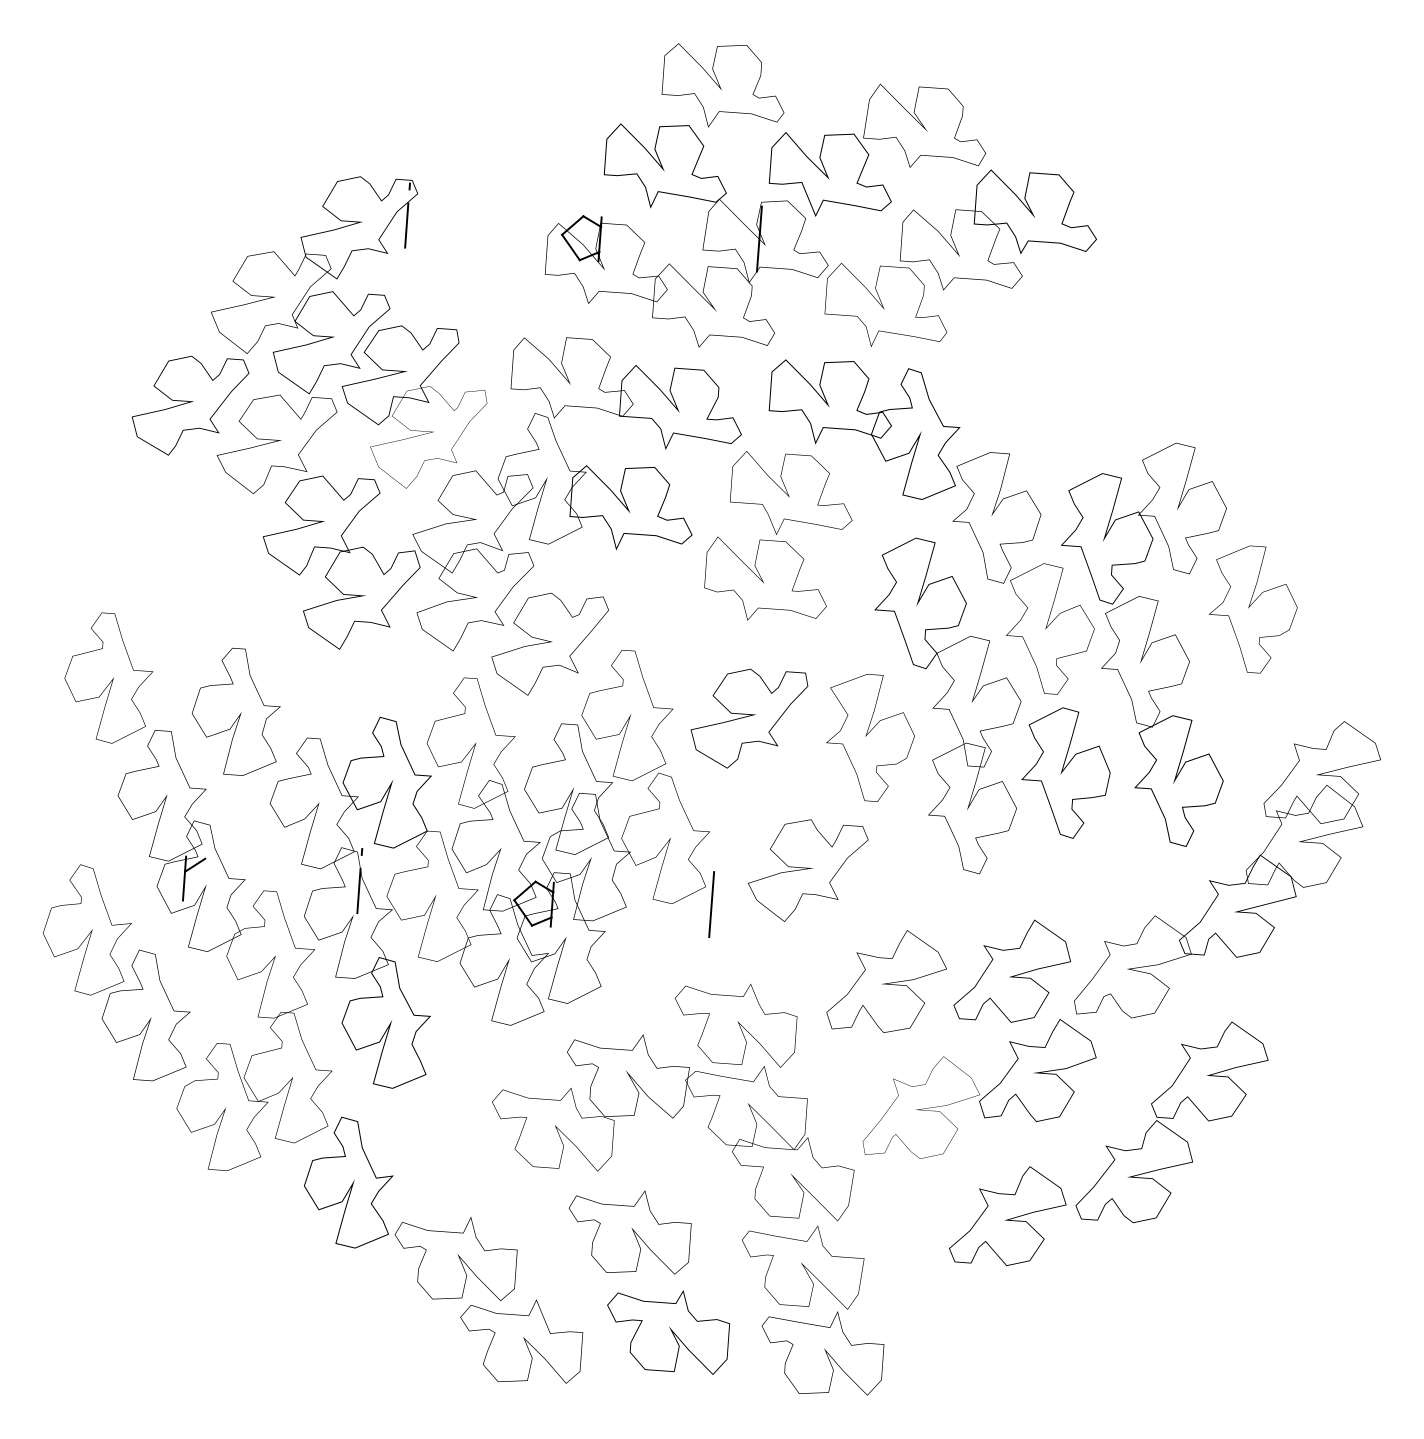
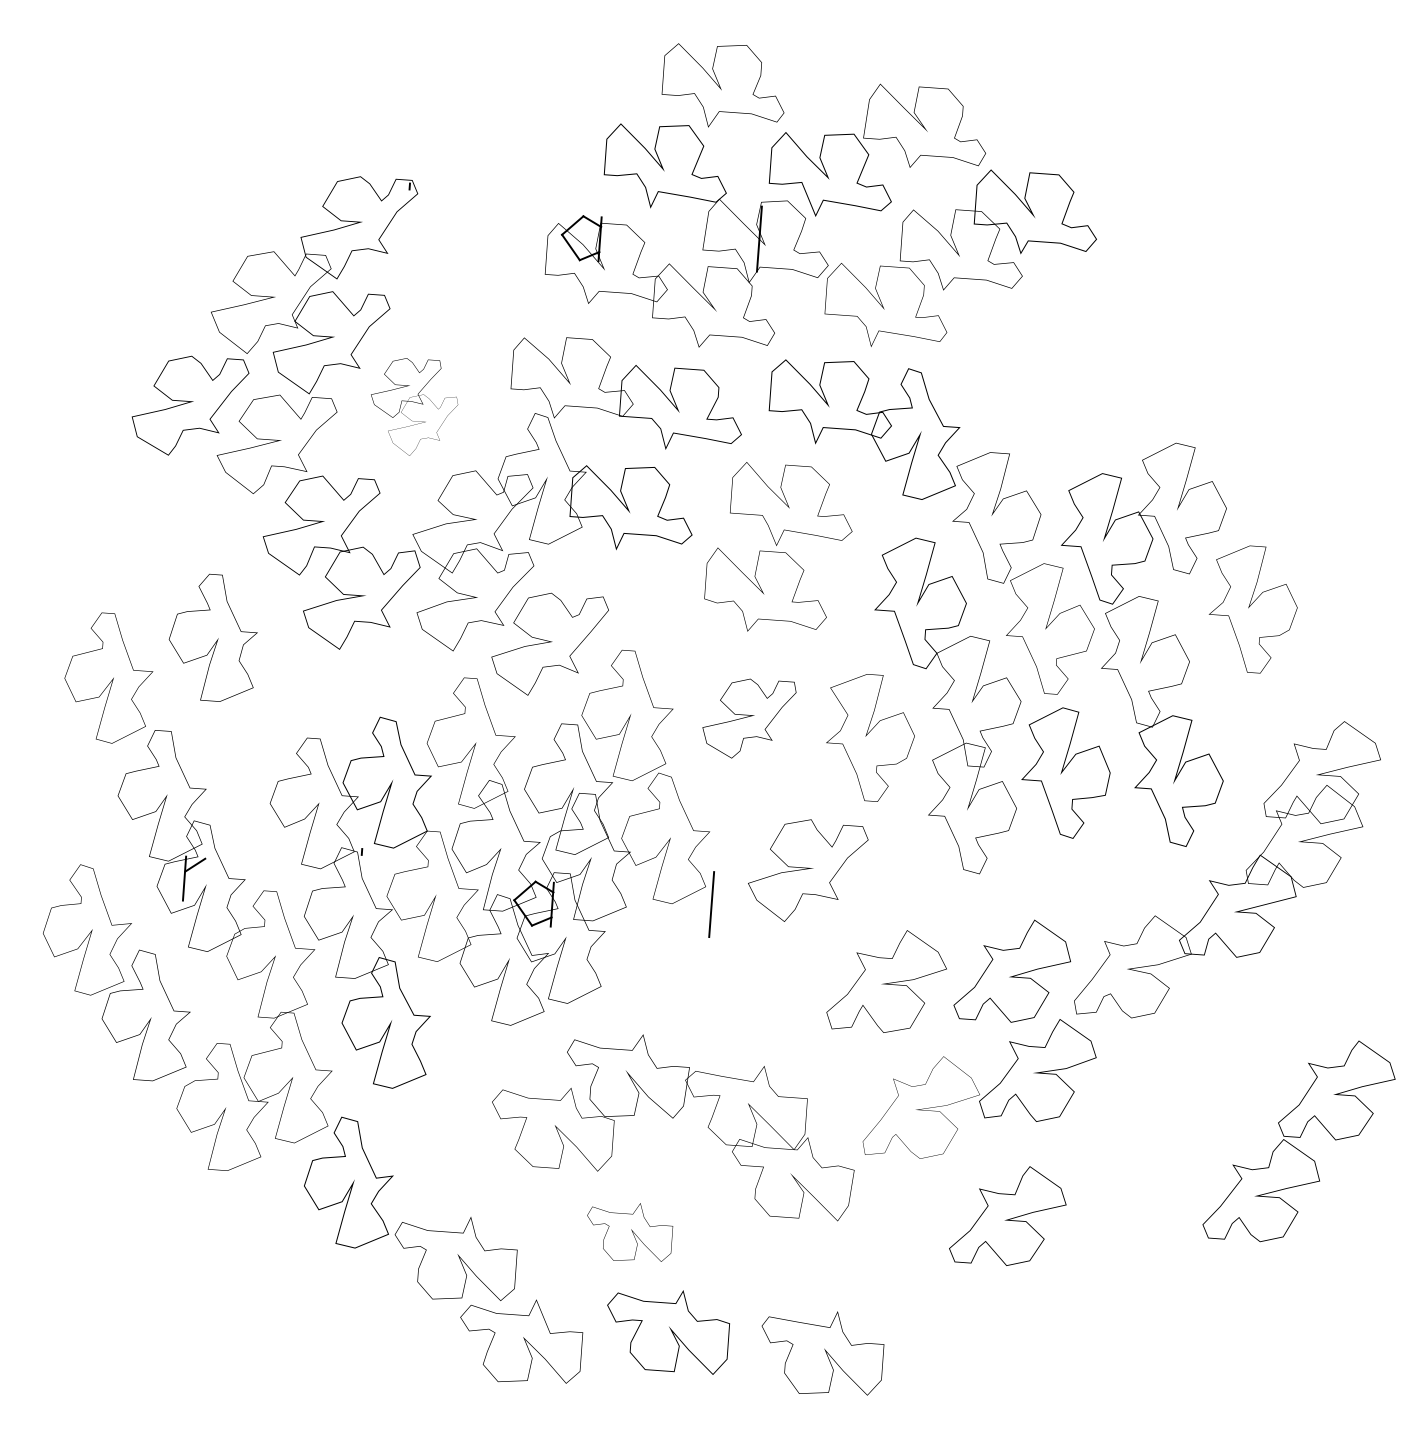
line at (406, 225): present -> none
part at (414, 406) size: 147x164 px -> 88x98 px
part at (778, 535) position: (778, 535) -> (778, 546)
part at (235, 711) position: (235, 711) -> (212, 637)
part at (749, 718) size: 119x101 px -> 95x81 px
line at (358, 890): present -> none
part at (735, 1025): present -> none
part at (1171, 1122) position: (1171, 1122) -> (1298, 1141)
part at (629, 1232) size: 124x85 px -> 87x59 px
part at (803, 1267): present -> none
